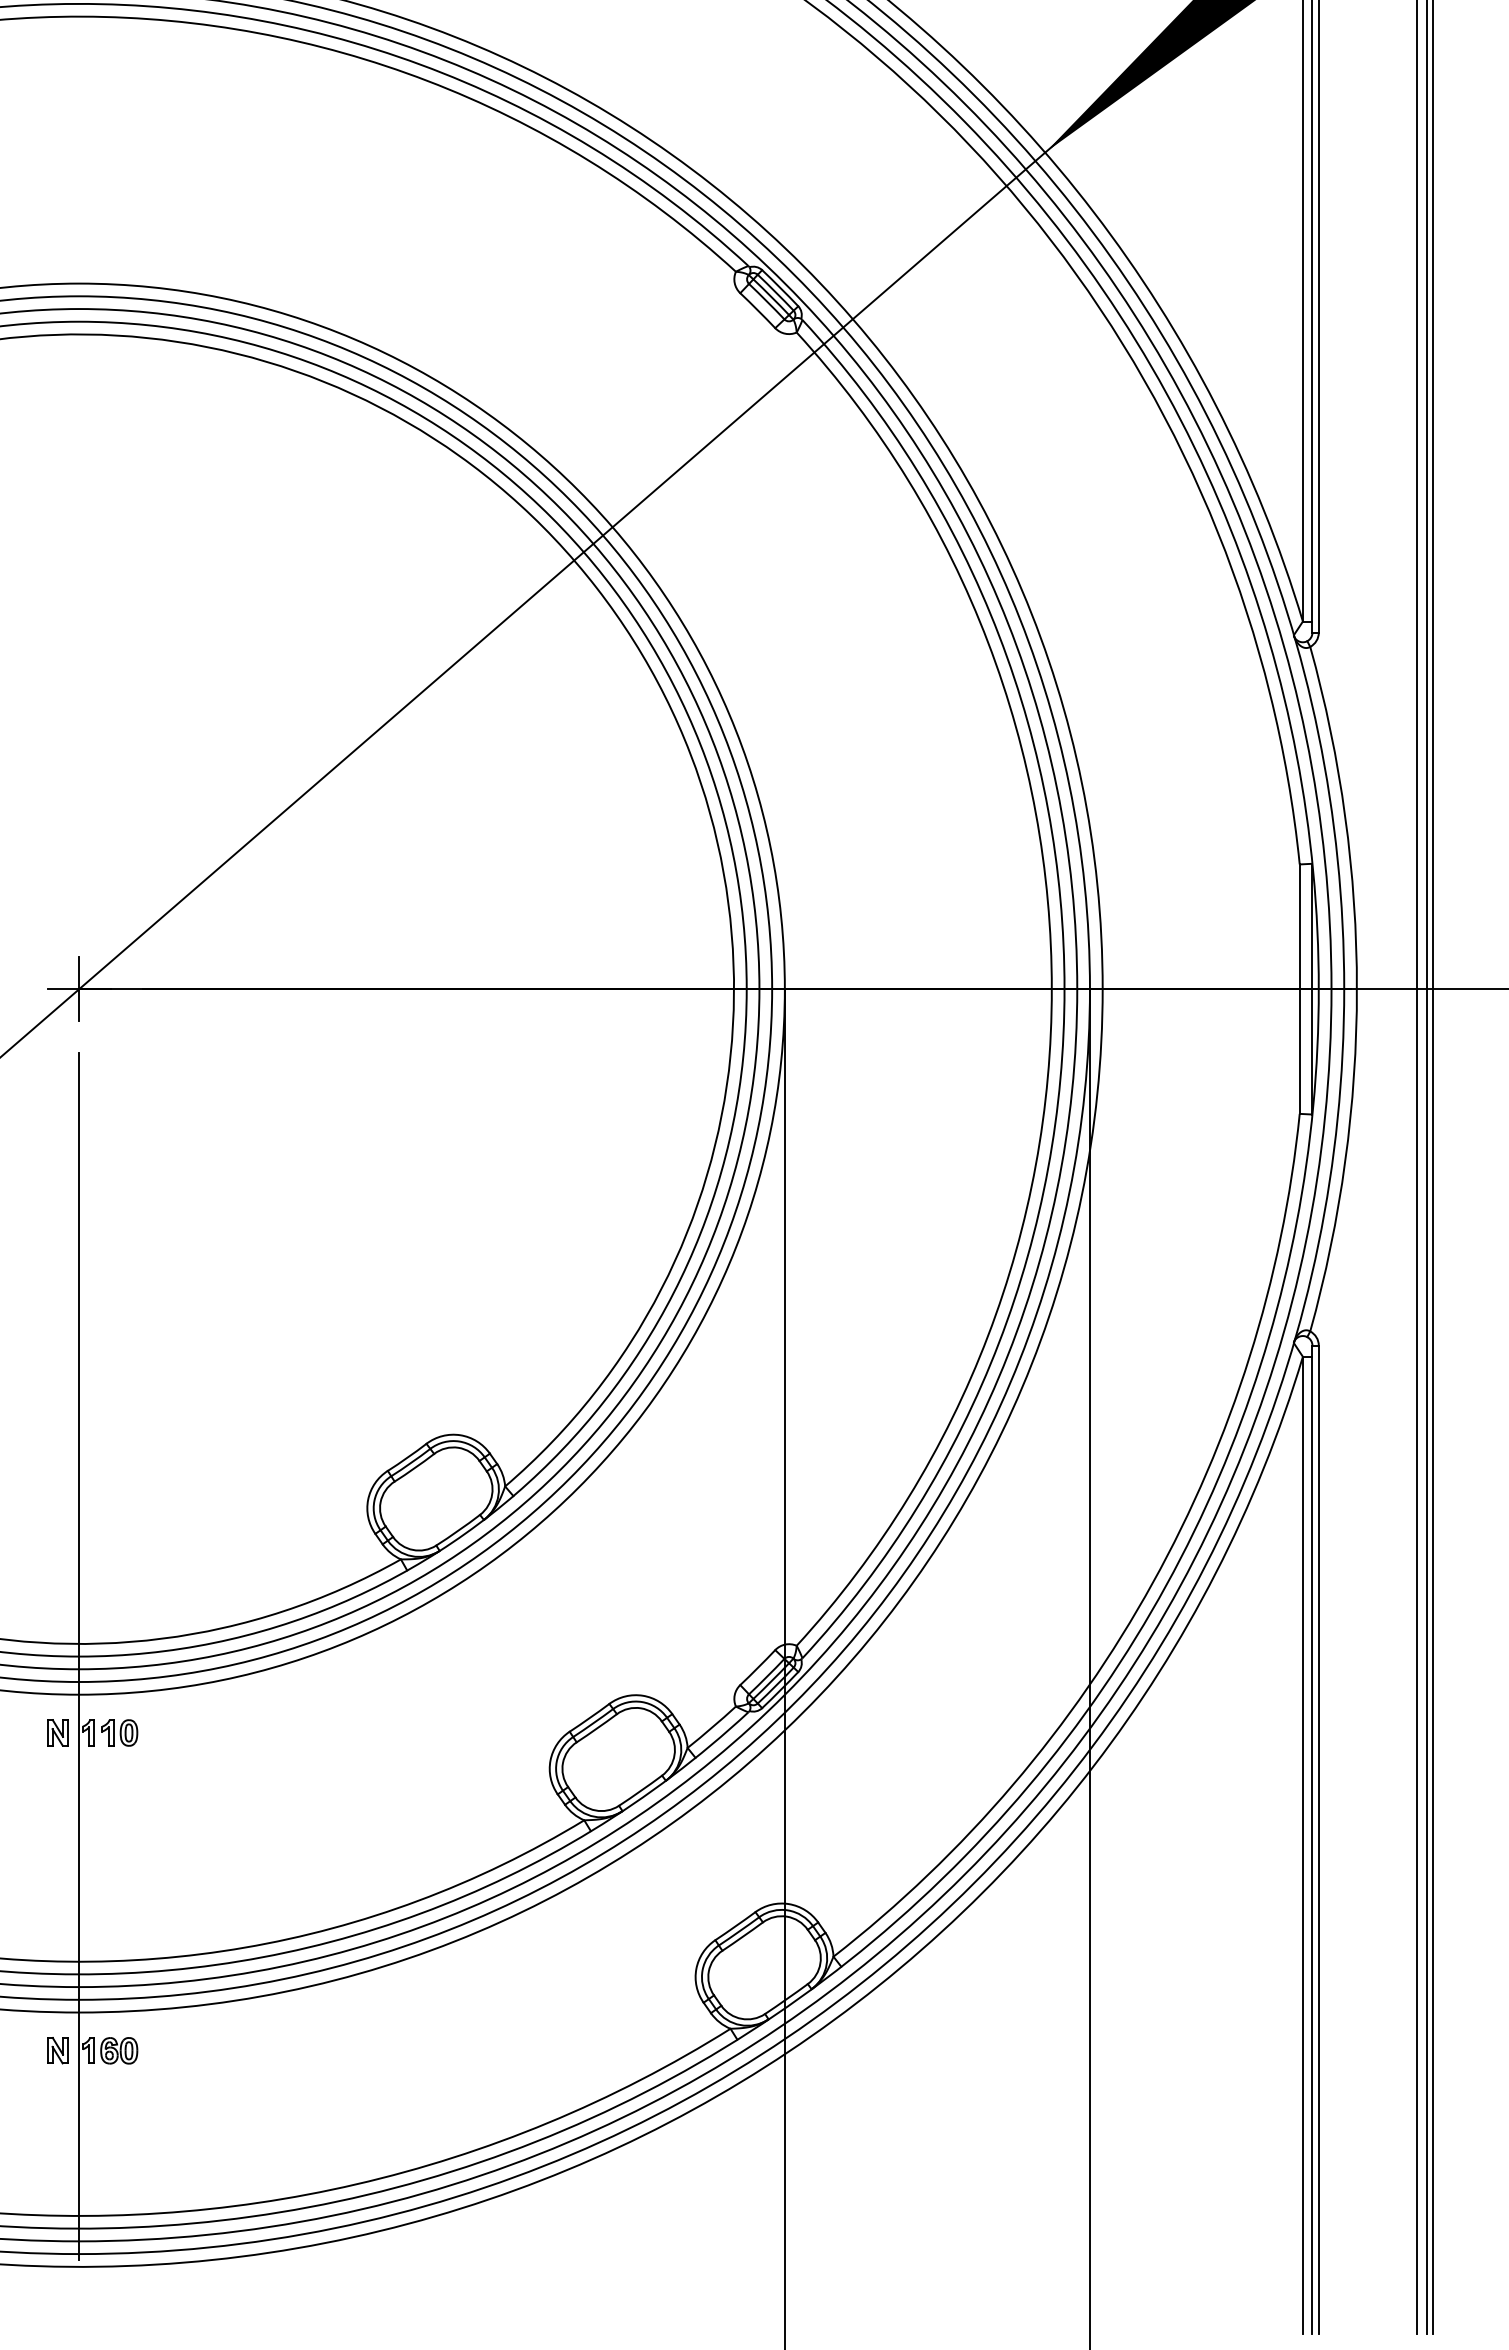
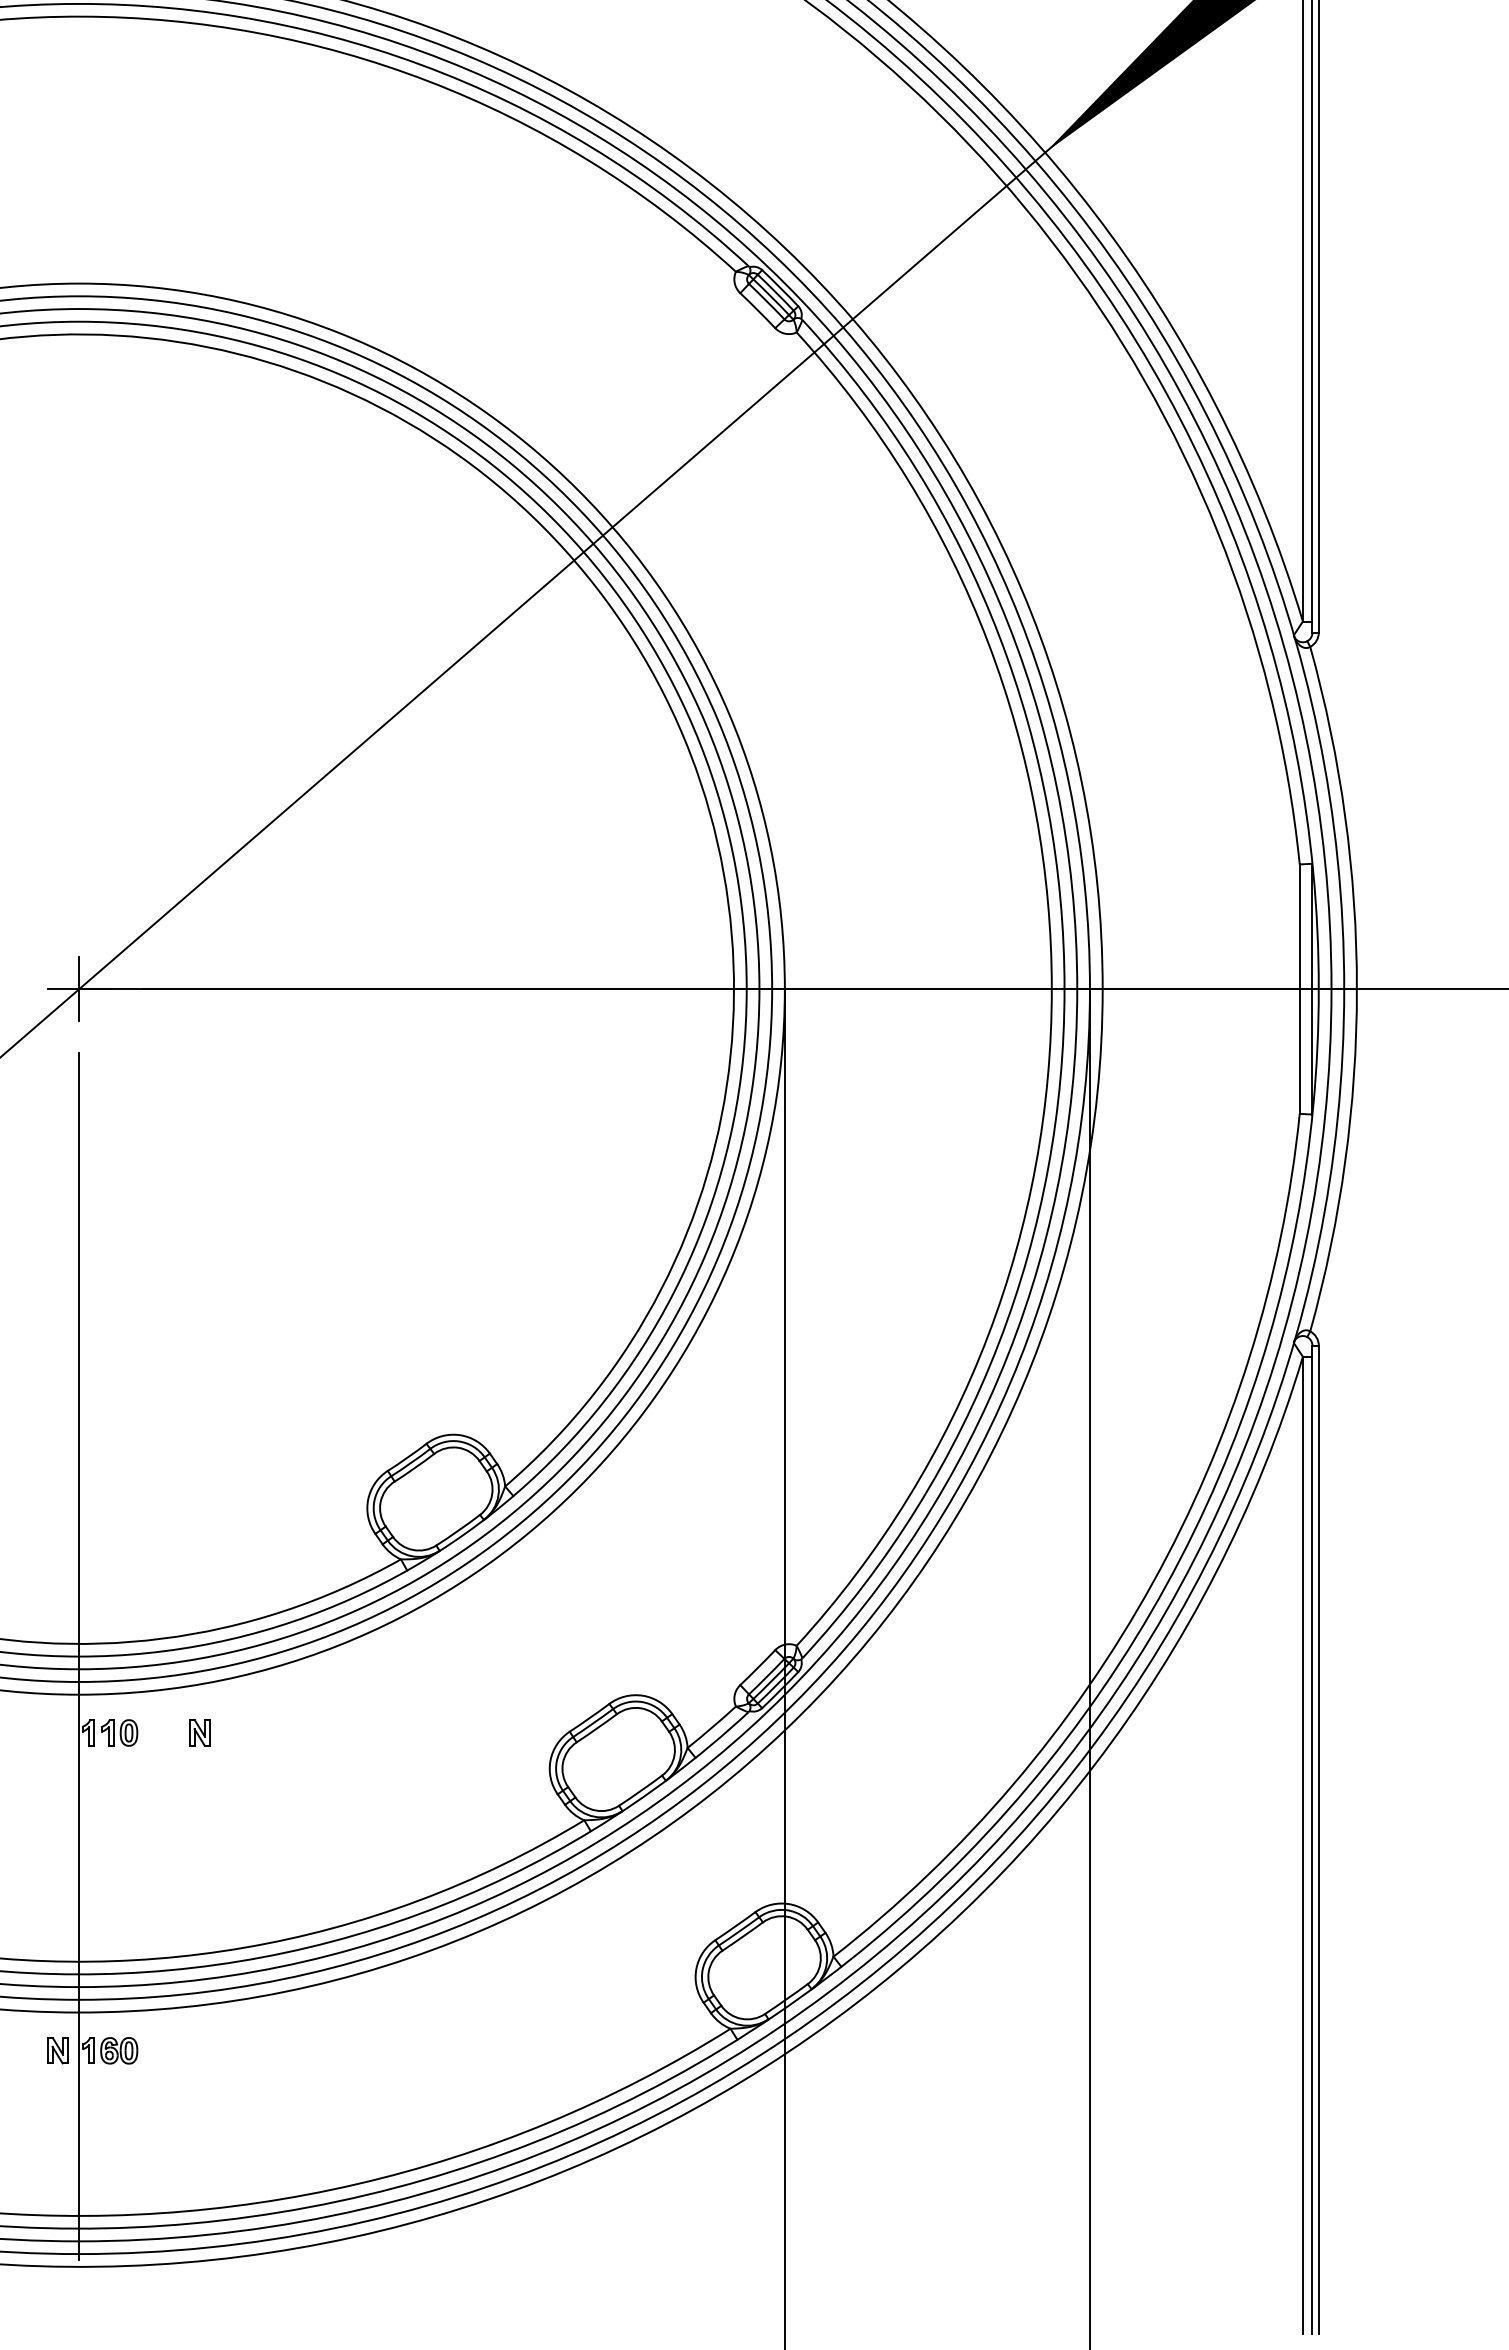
line at (1417, 1167): present -> none
line at (1426, 1167): present -> none
line at (1433, 1167): present -> none
part at (57, 1732) position: (57, 1732) -> (199, 1732)
